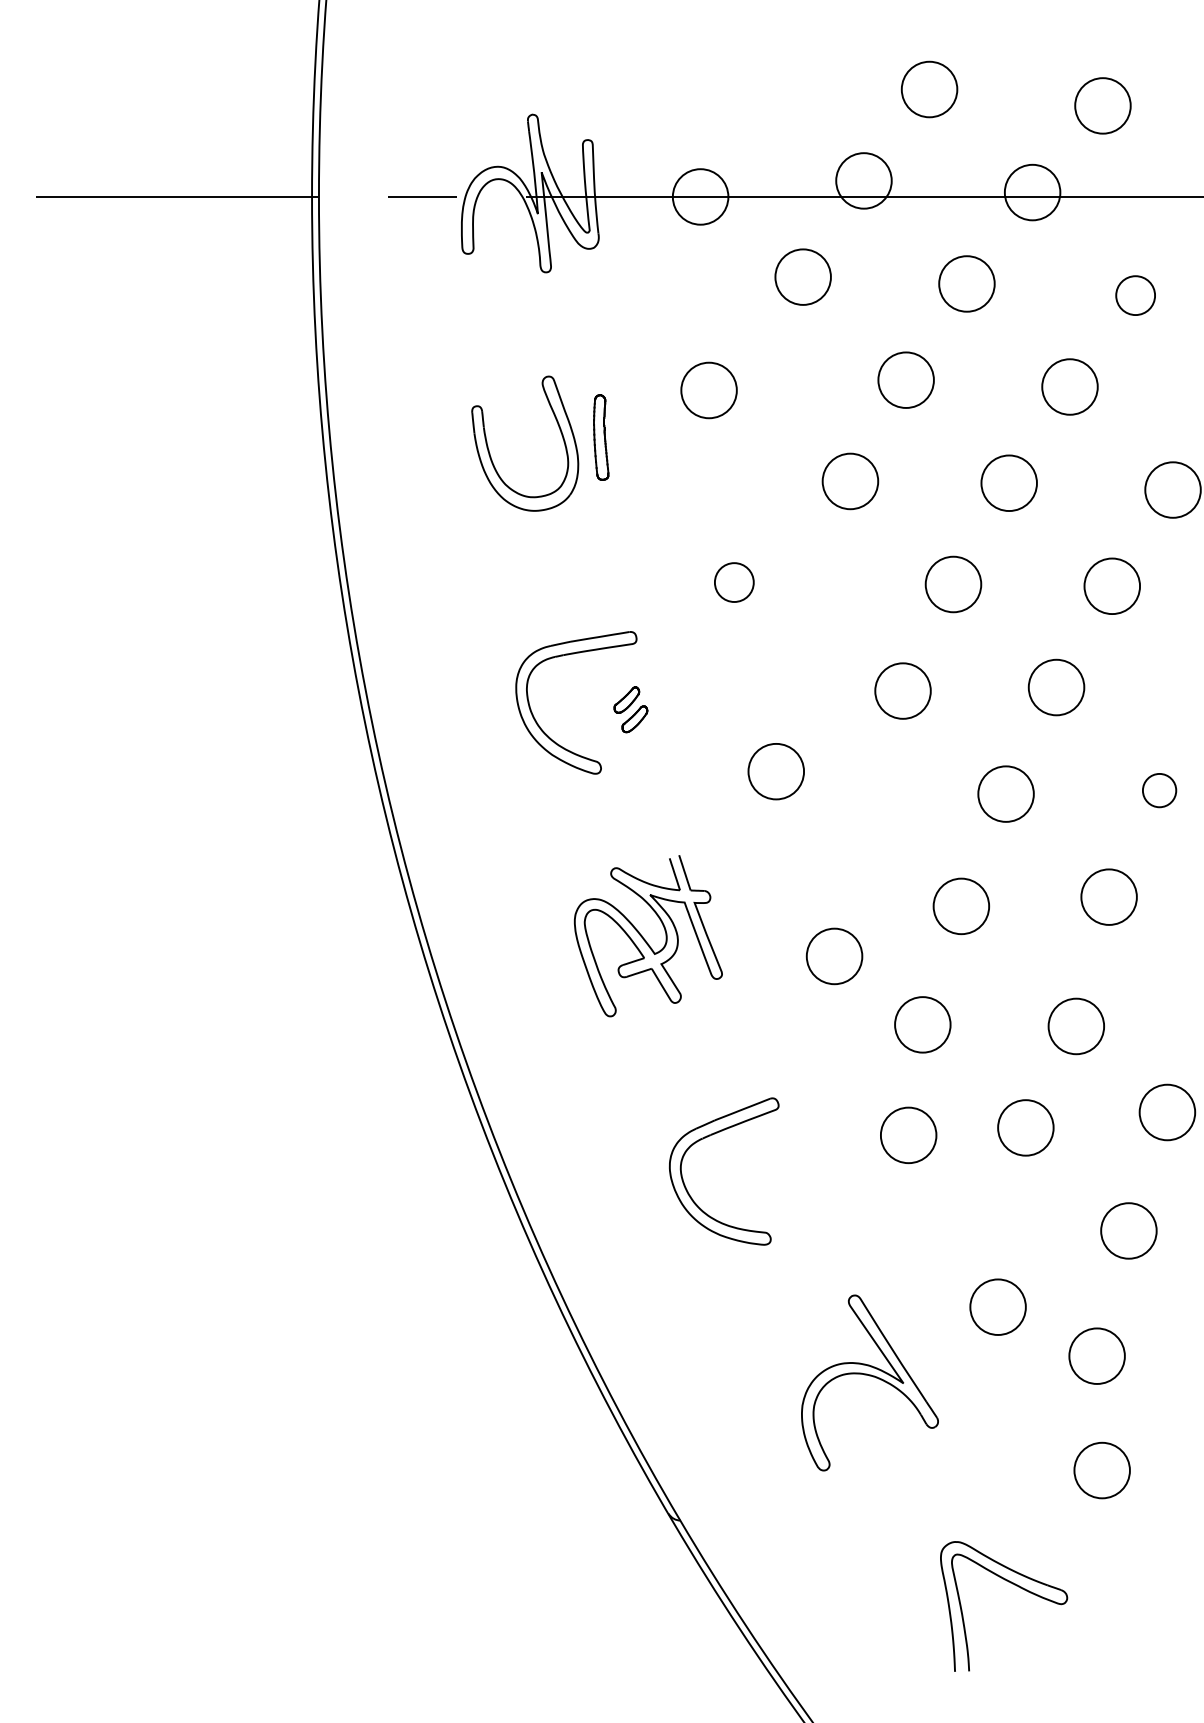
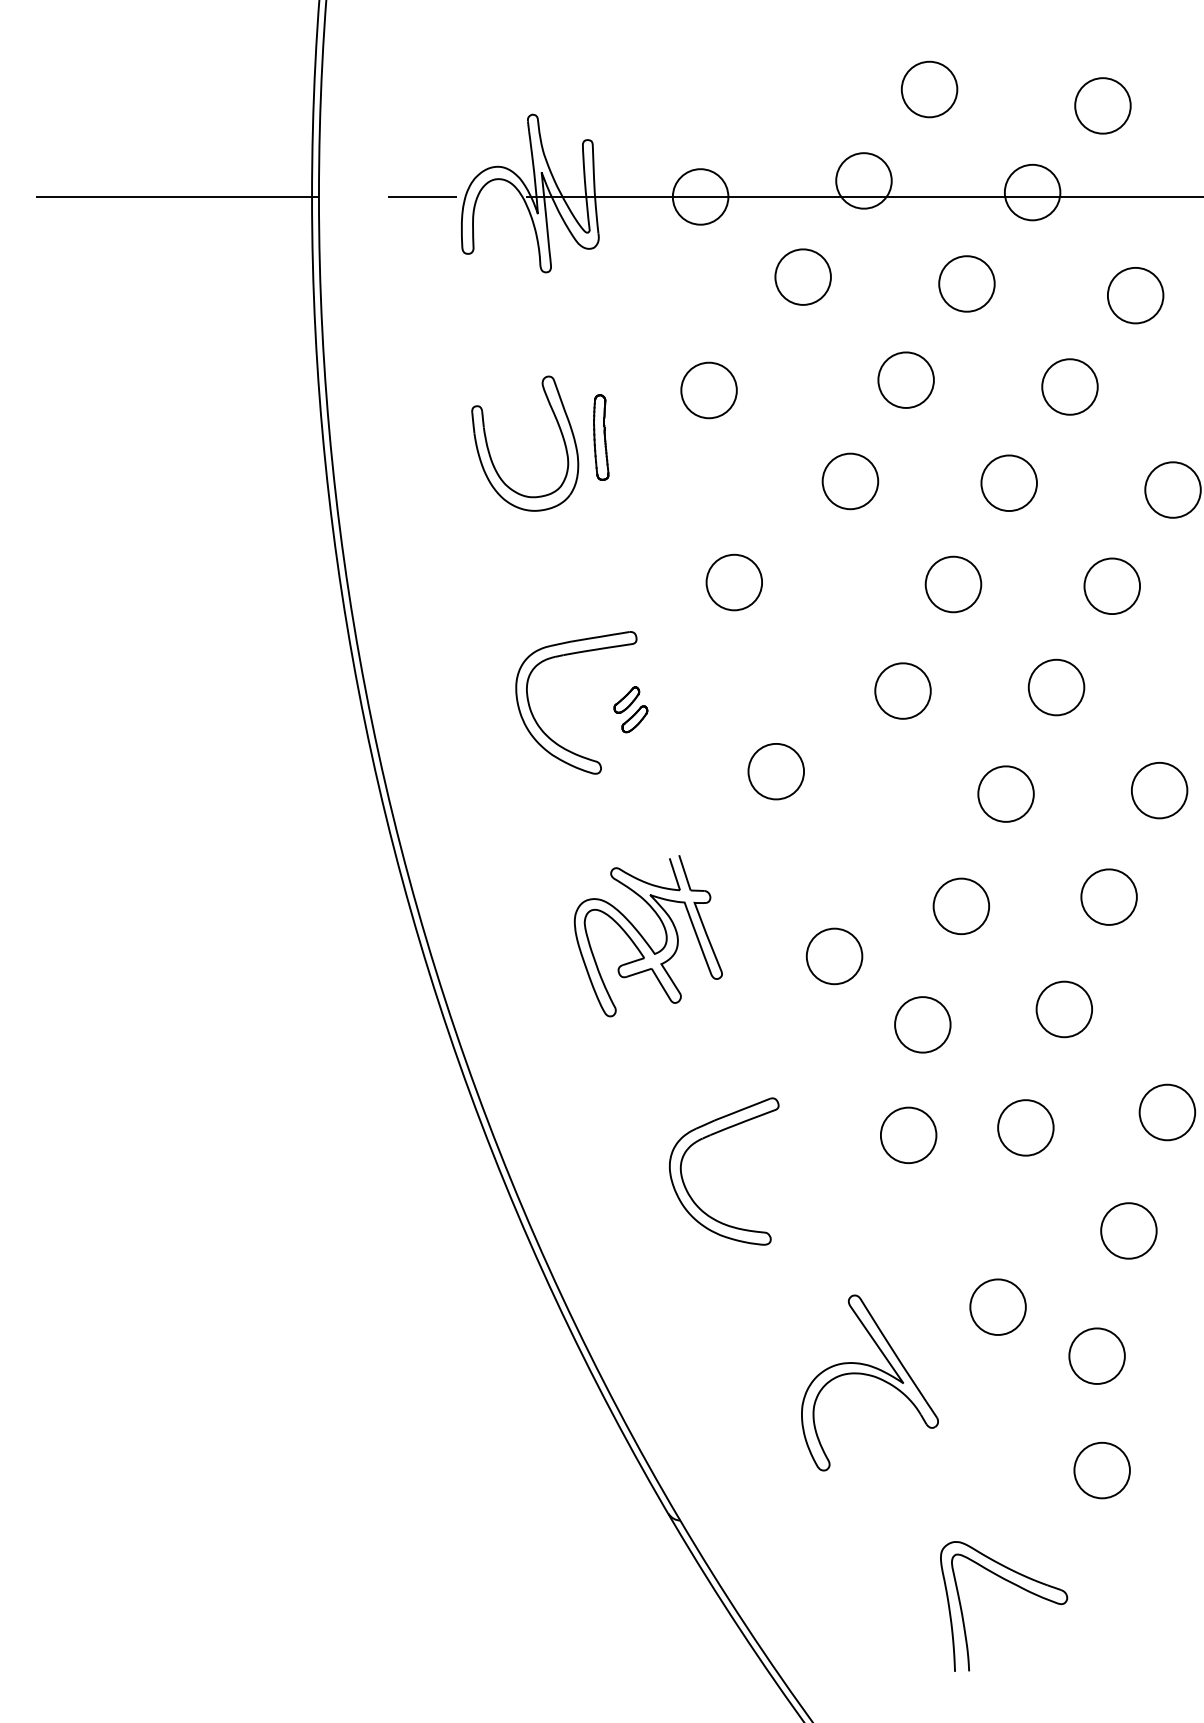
circle at (1135, 295) diameter: 39 px -> 56 px
circle at (733, 582) diameter: 39 px -> 56 px
circle at (1159, 790) diameter: 33 px -> 56 px
circle at (1075, 1026) position: (1075, 1026) -> (1063, 1009)
